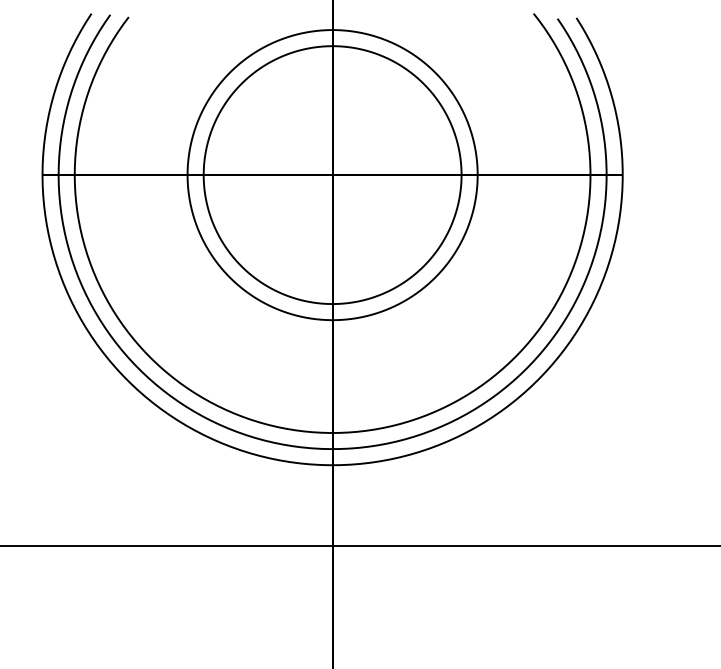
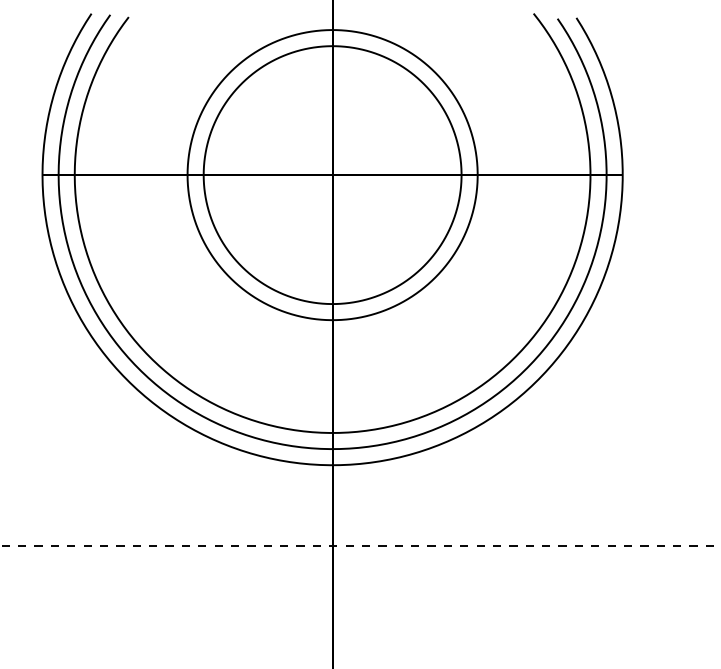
line at (360, 545): solid -> dashed
